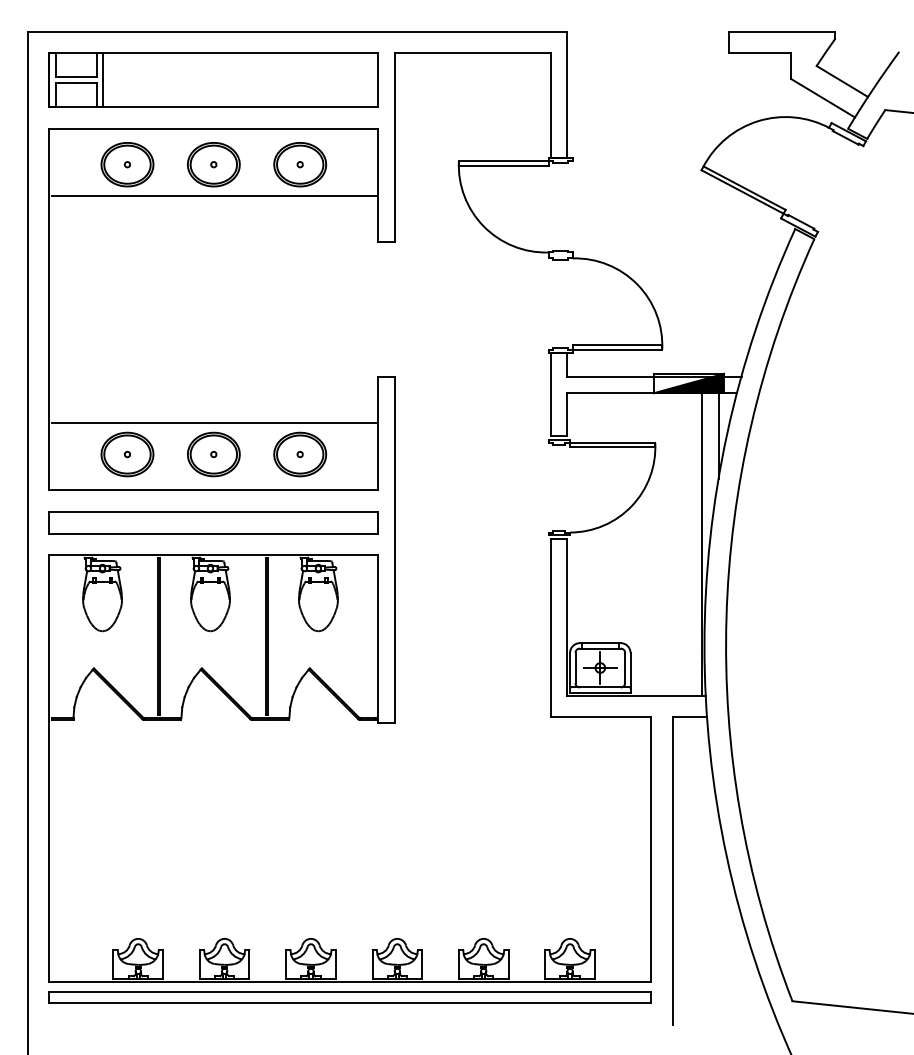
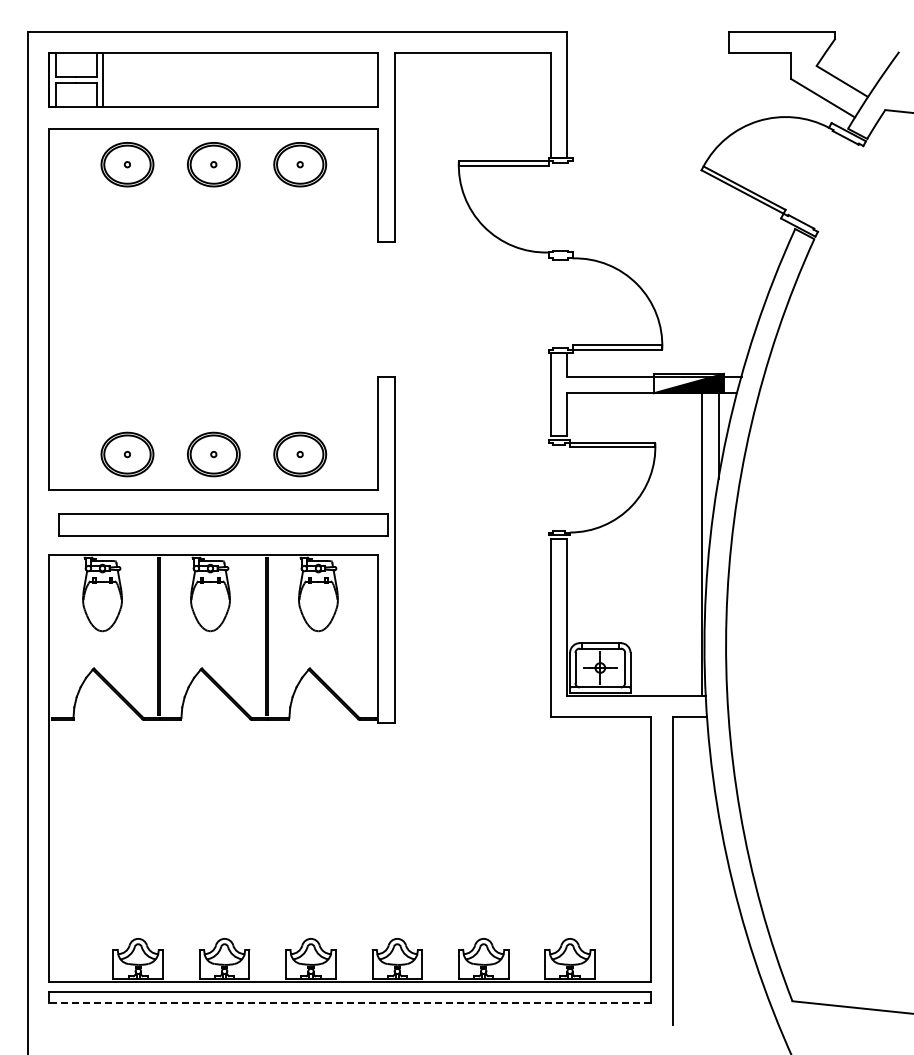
line at (213, 196): present -> none
line at (213, 422): present -> none
part at (213, 522) position: (213, 522) -> (223, 524)
line at (350, 1003): solid -> dashed
